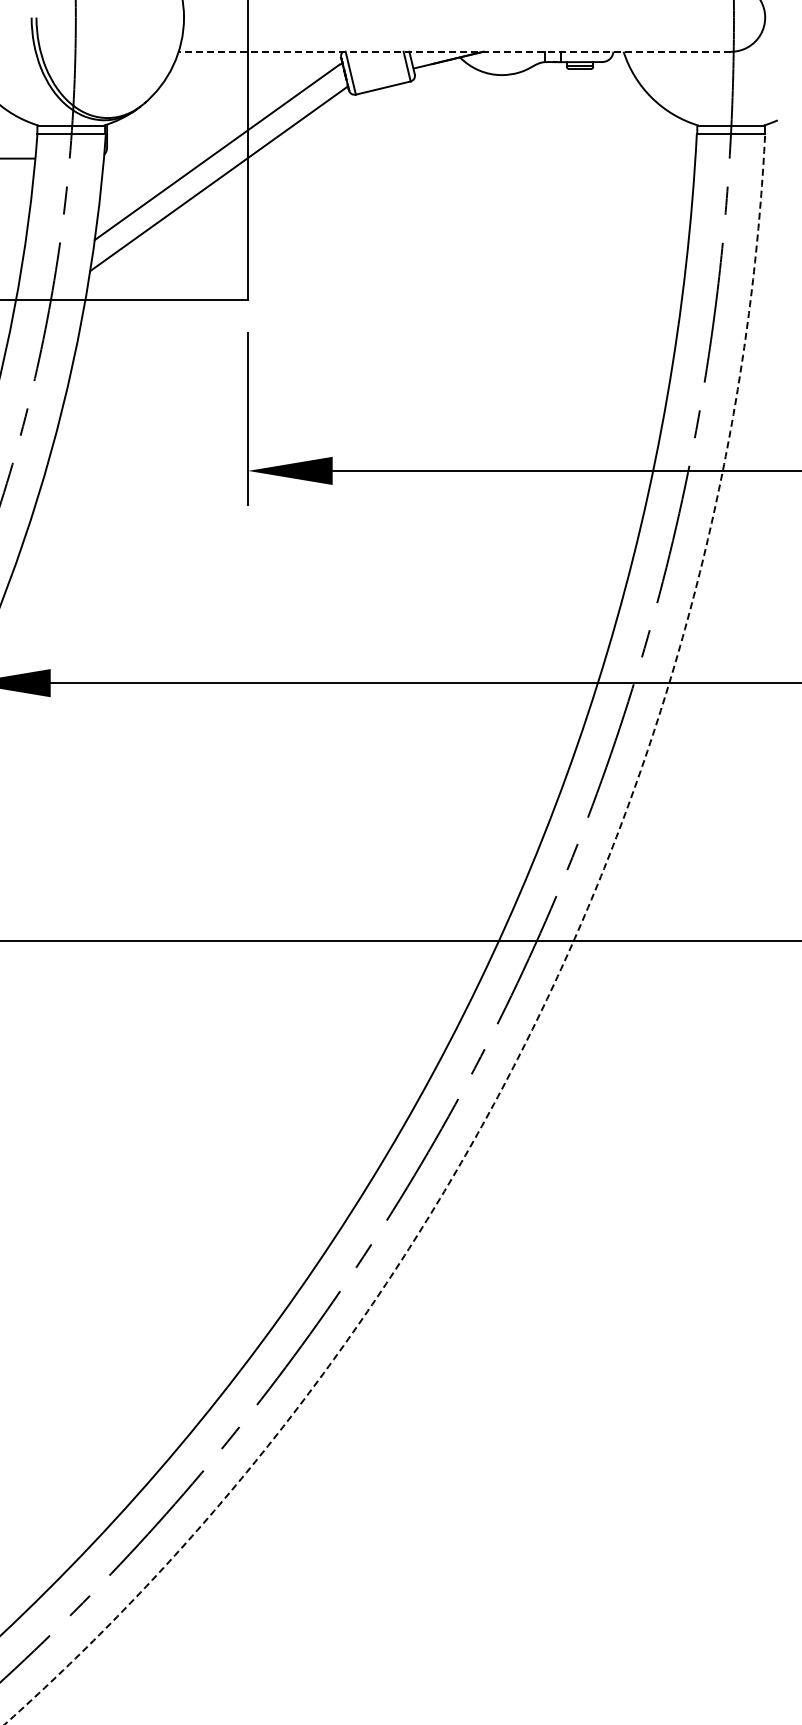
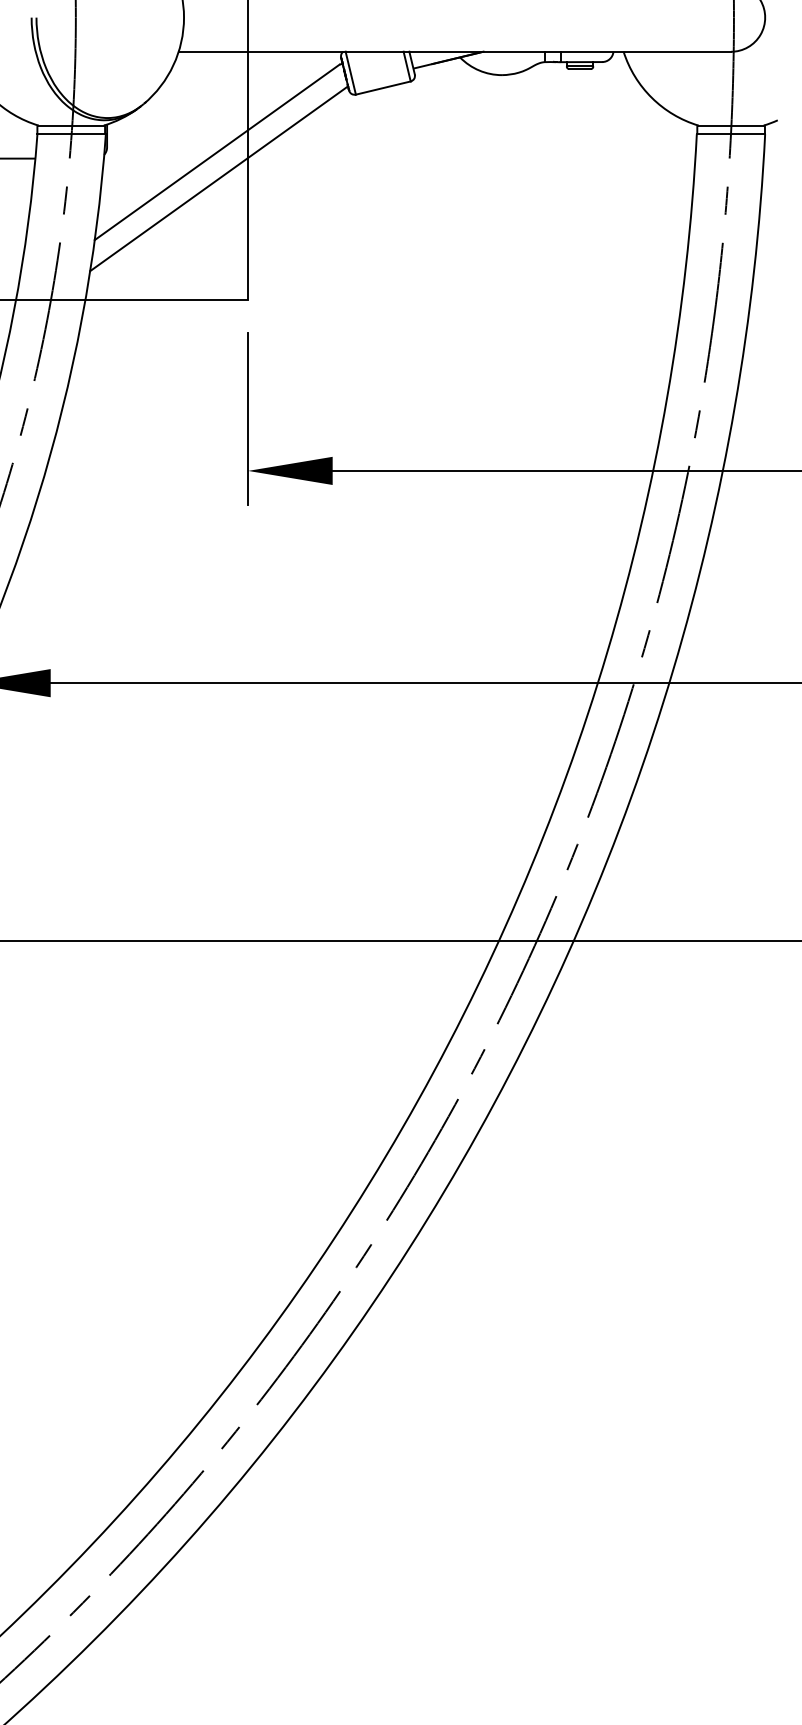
line at (454, 51): dashed -> solid
arc at (544, 1004): dashed -> solid
